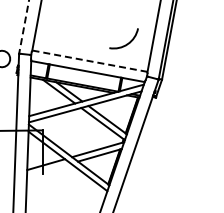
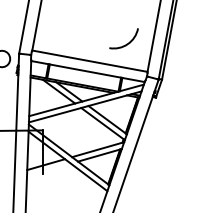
line at (24, 27): dashed -> solid
line at (89, 61): dashed -> solid
